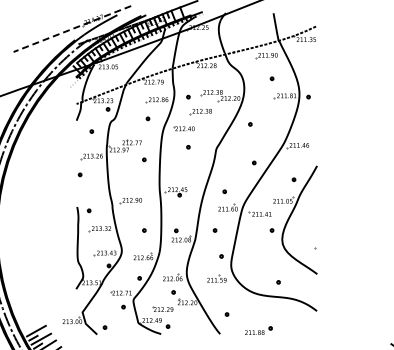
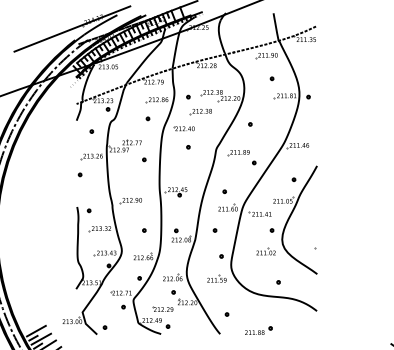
line at (71, 29): dashed -> solid
part at (238, 153): none -> present
part at (265, 251): none -> present
